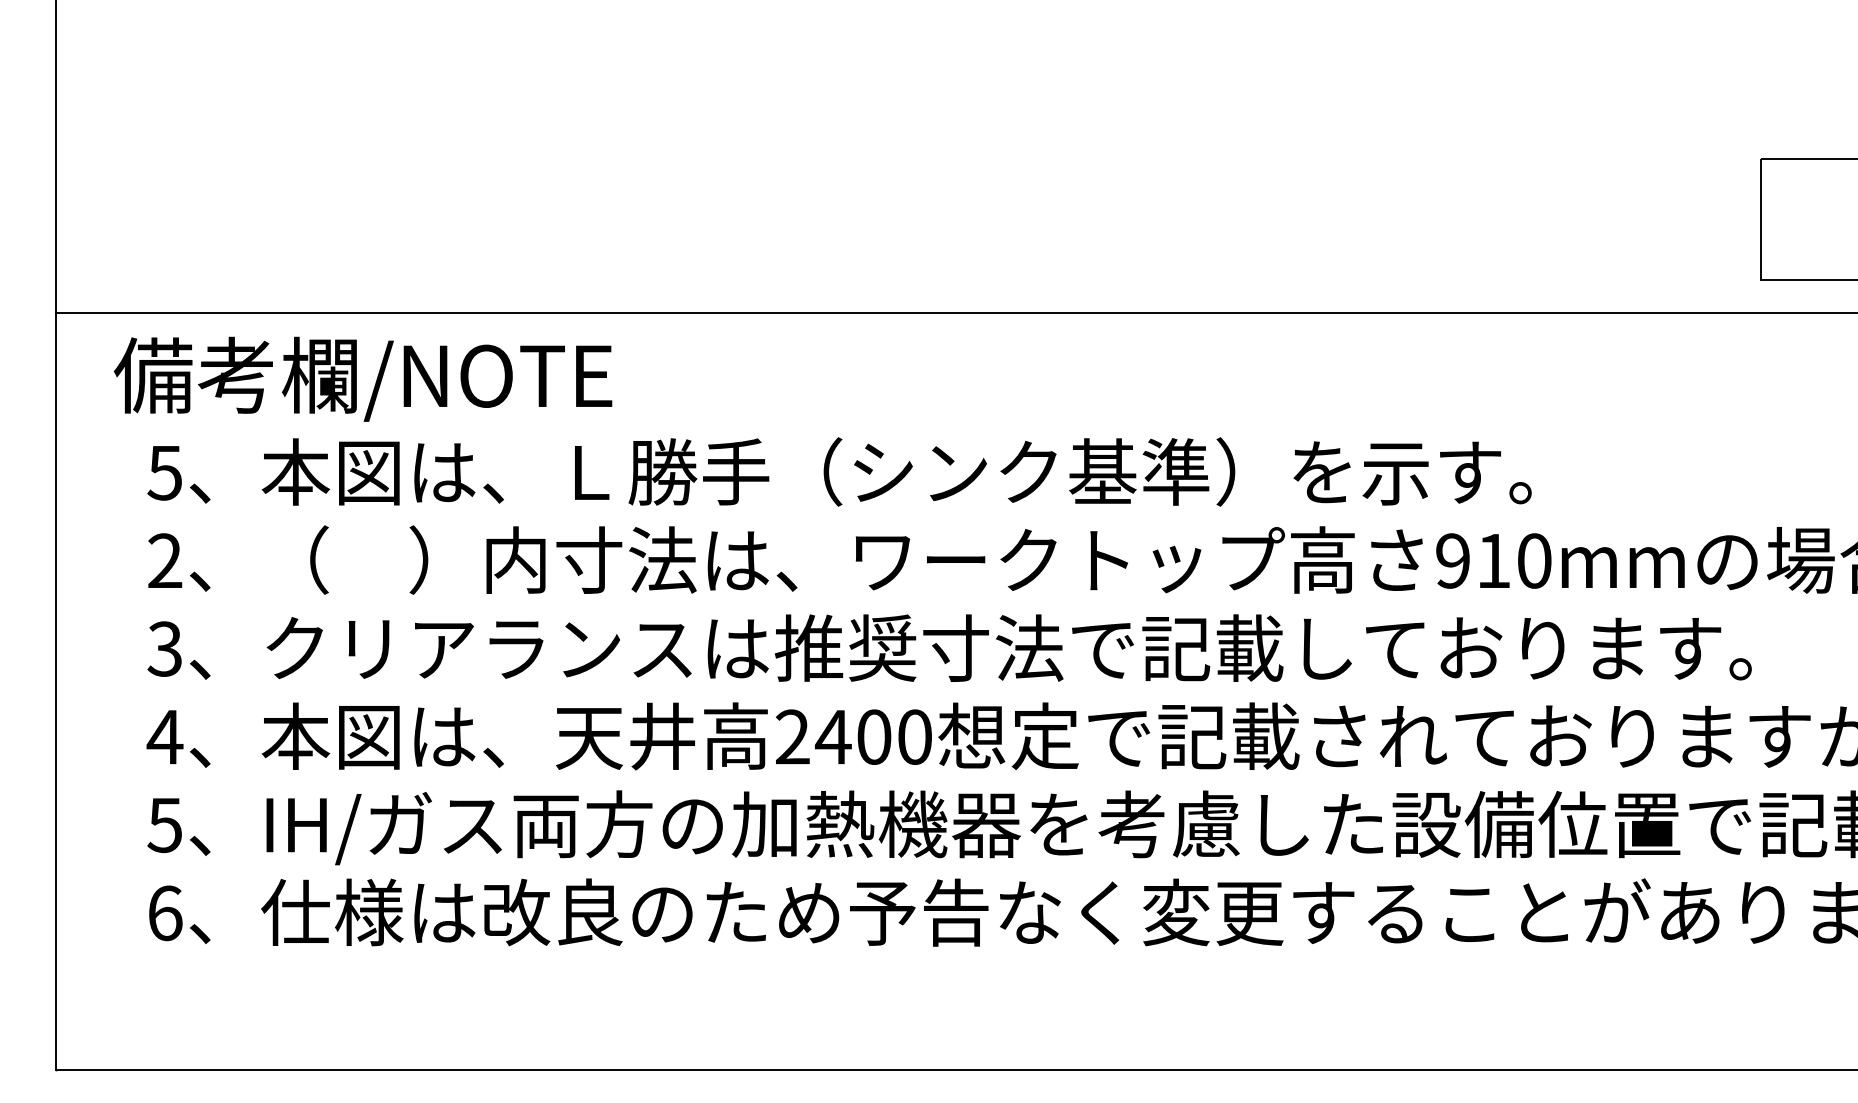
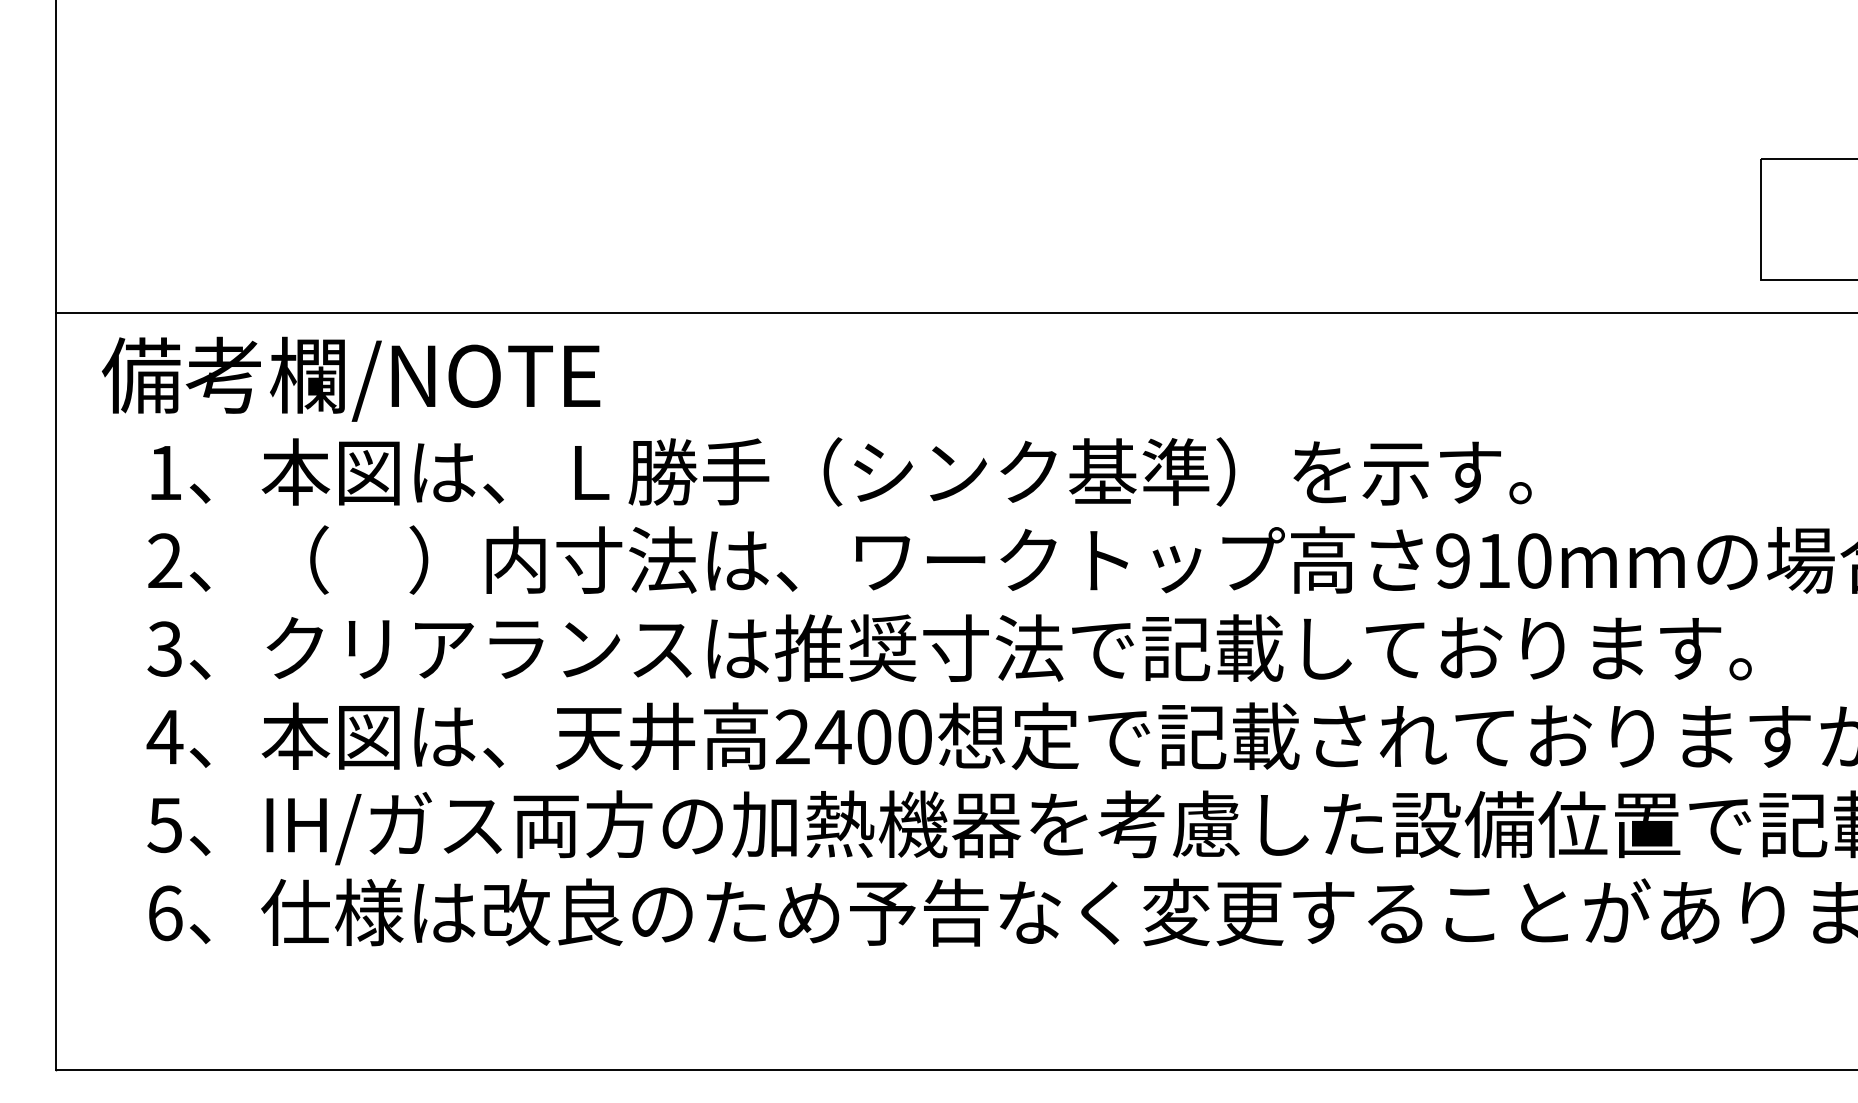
text at (362, 378) position: (362, 378) -> (350, 378)
text at (164, 473): 5 -> 1
